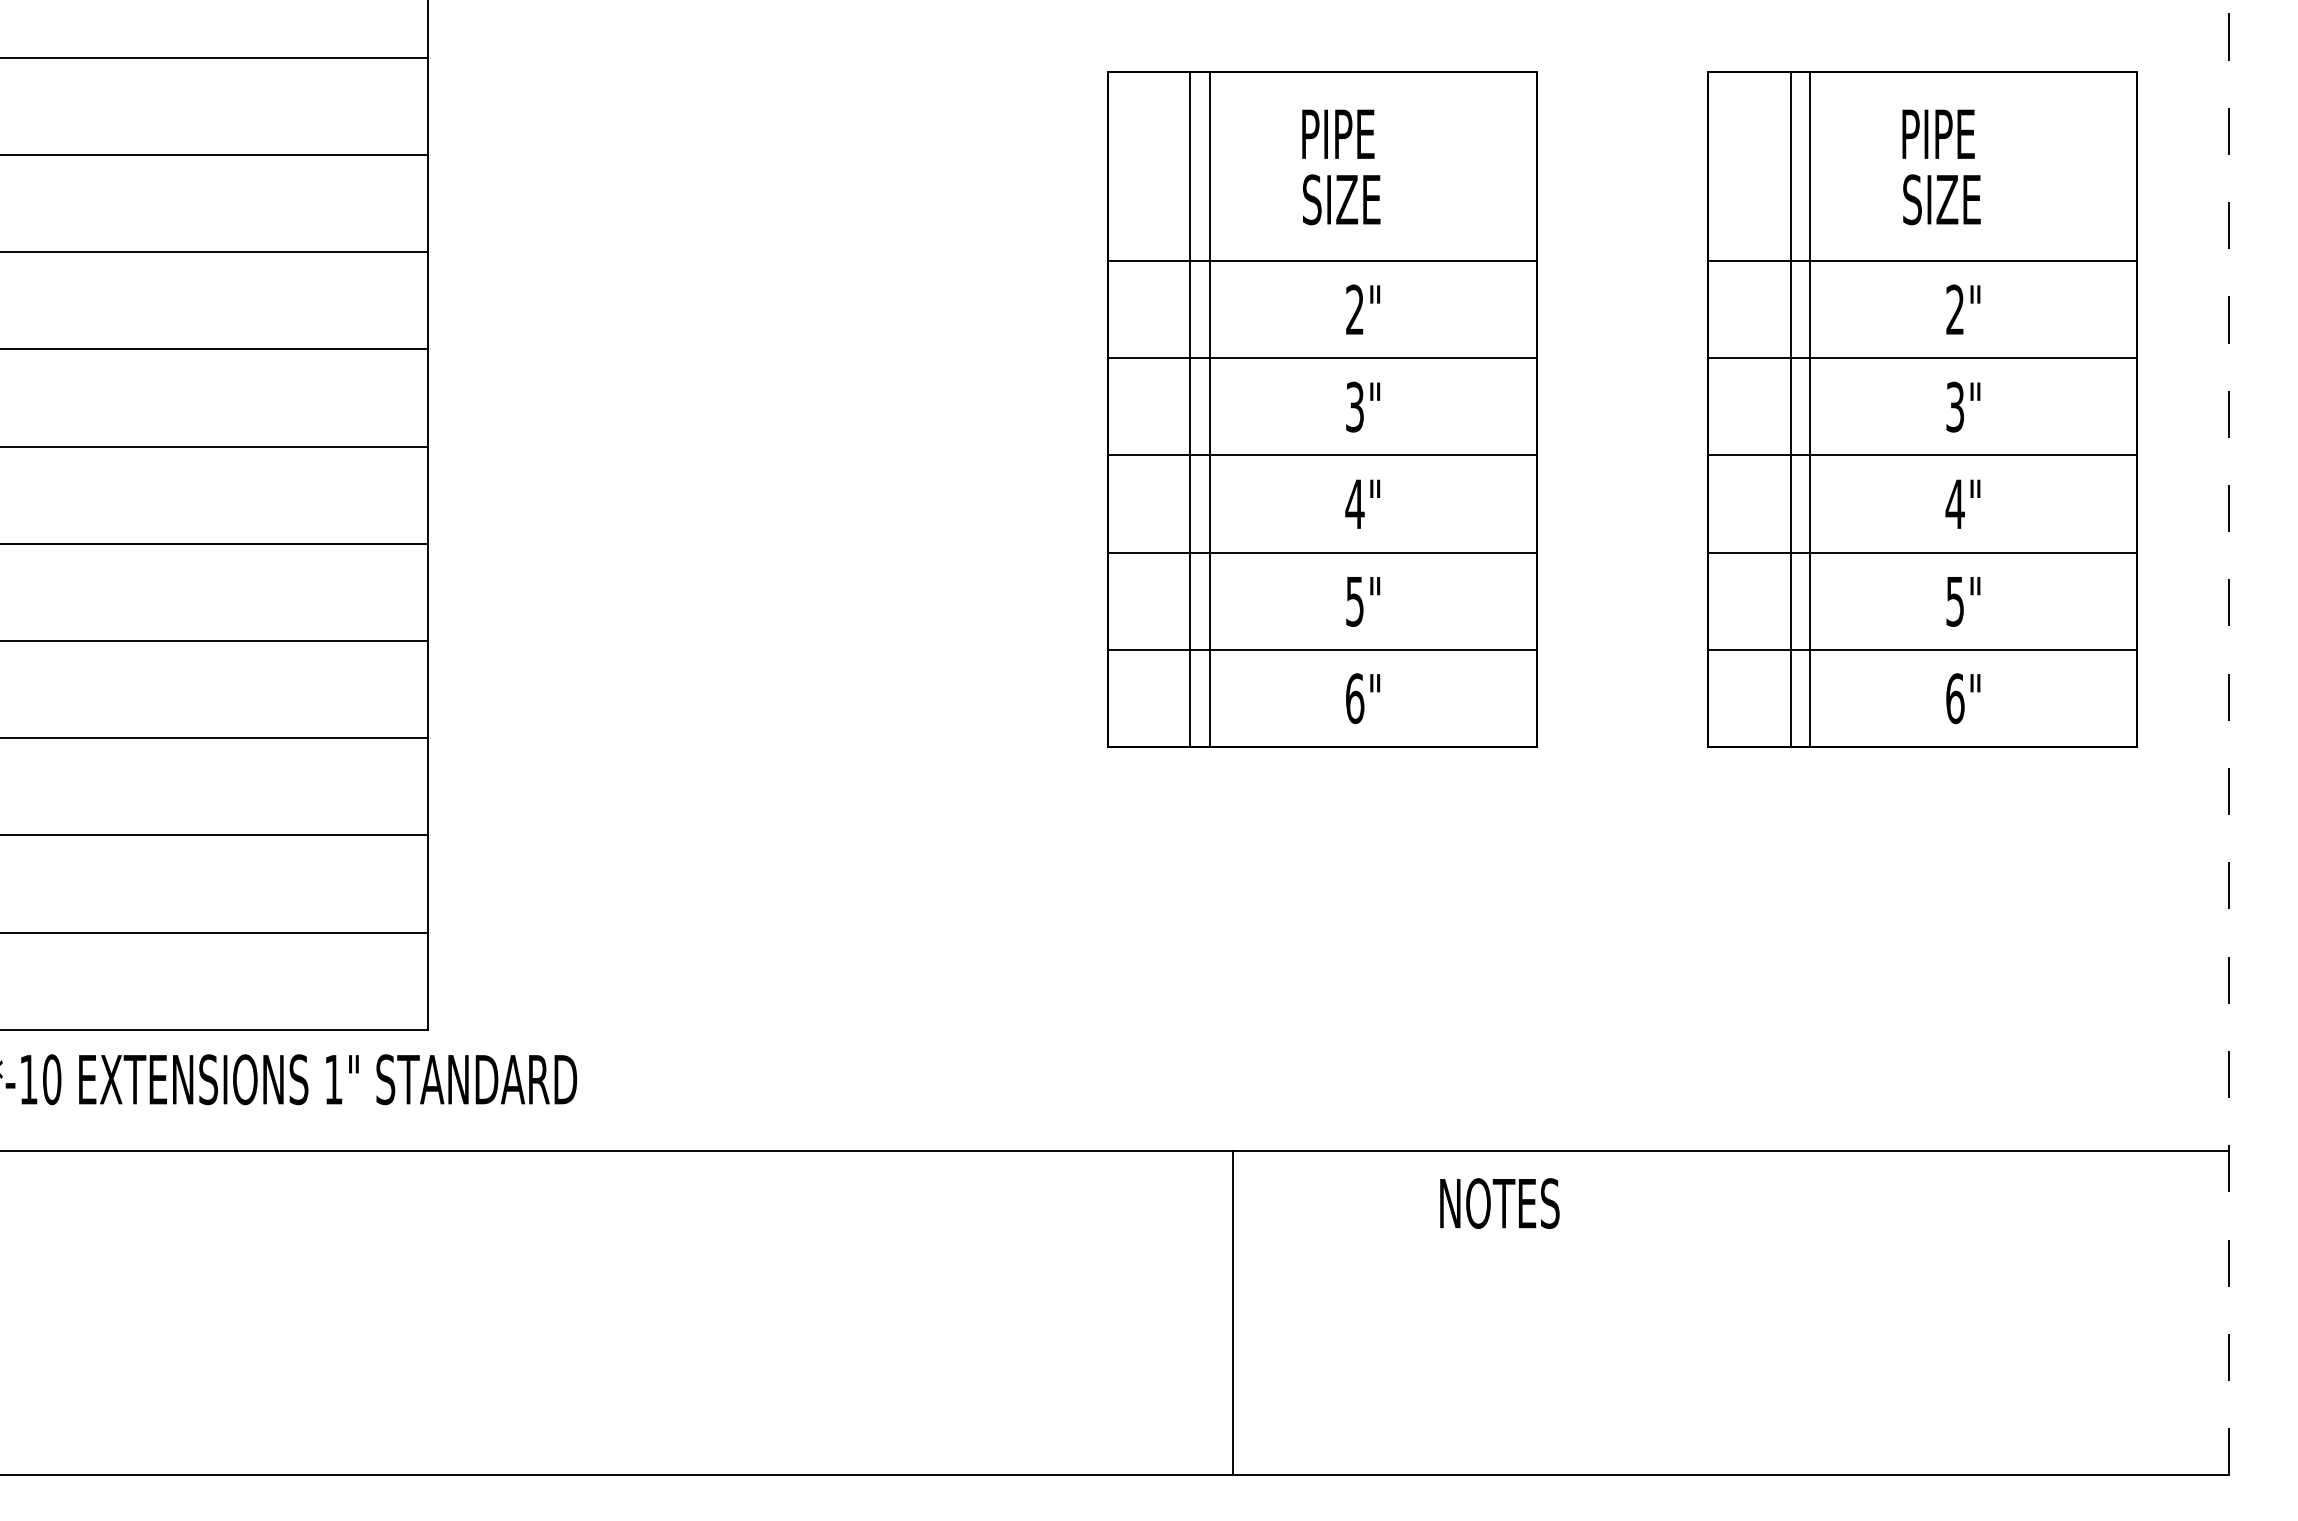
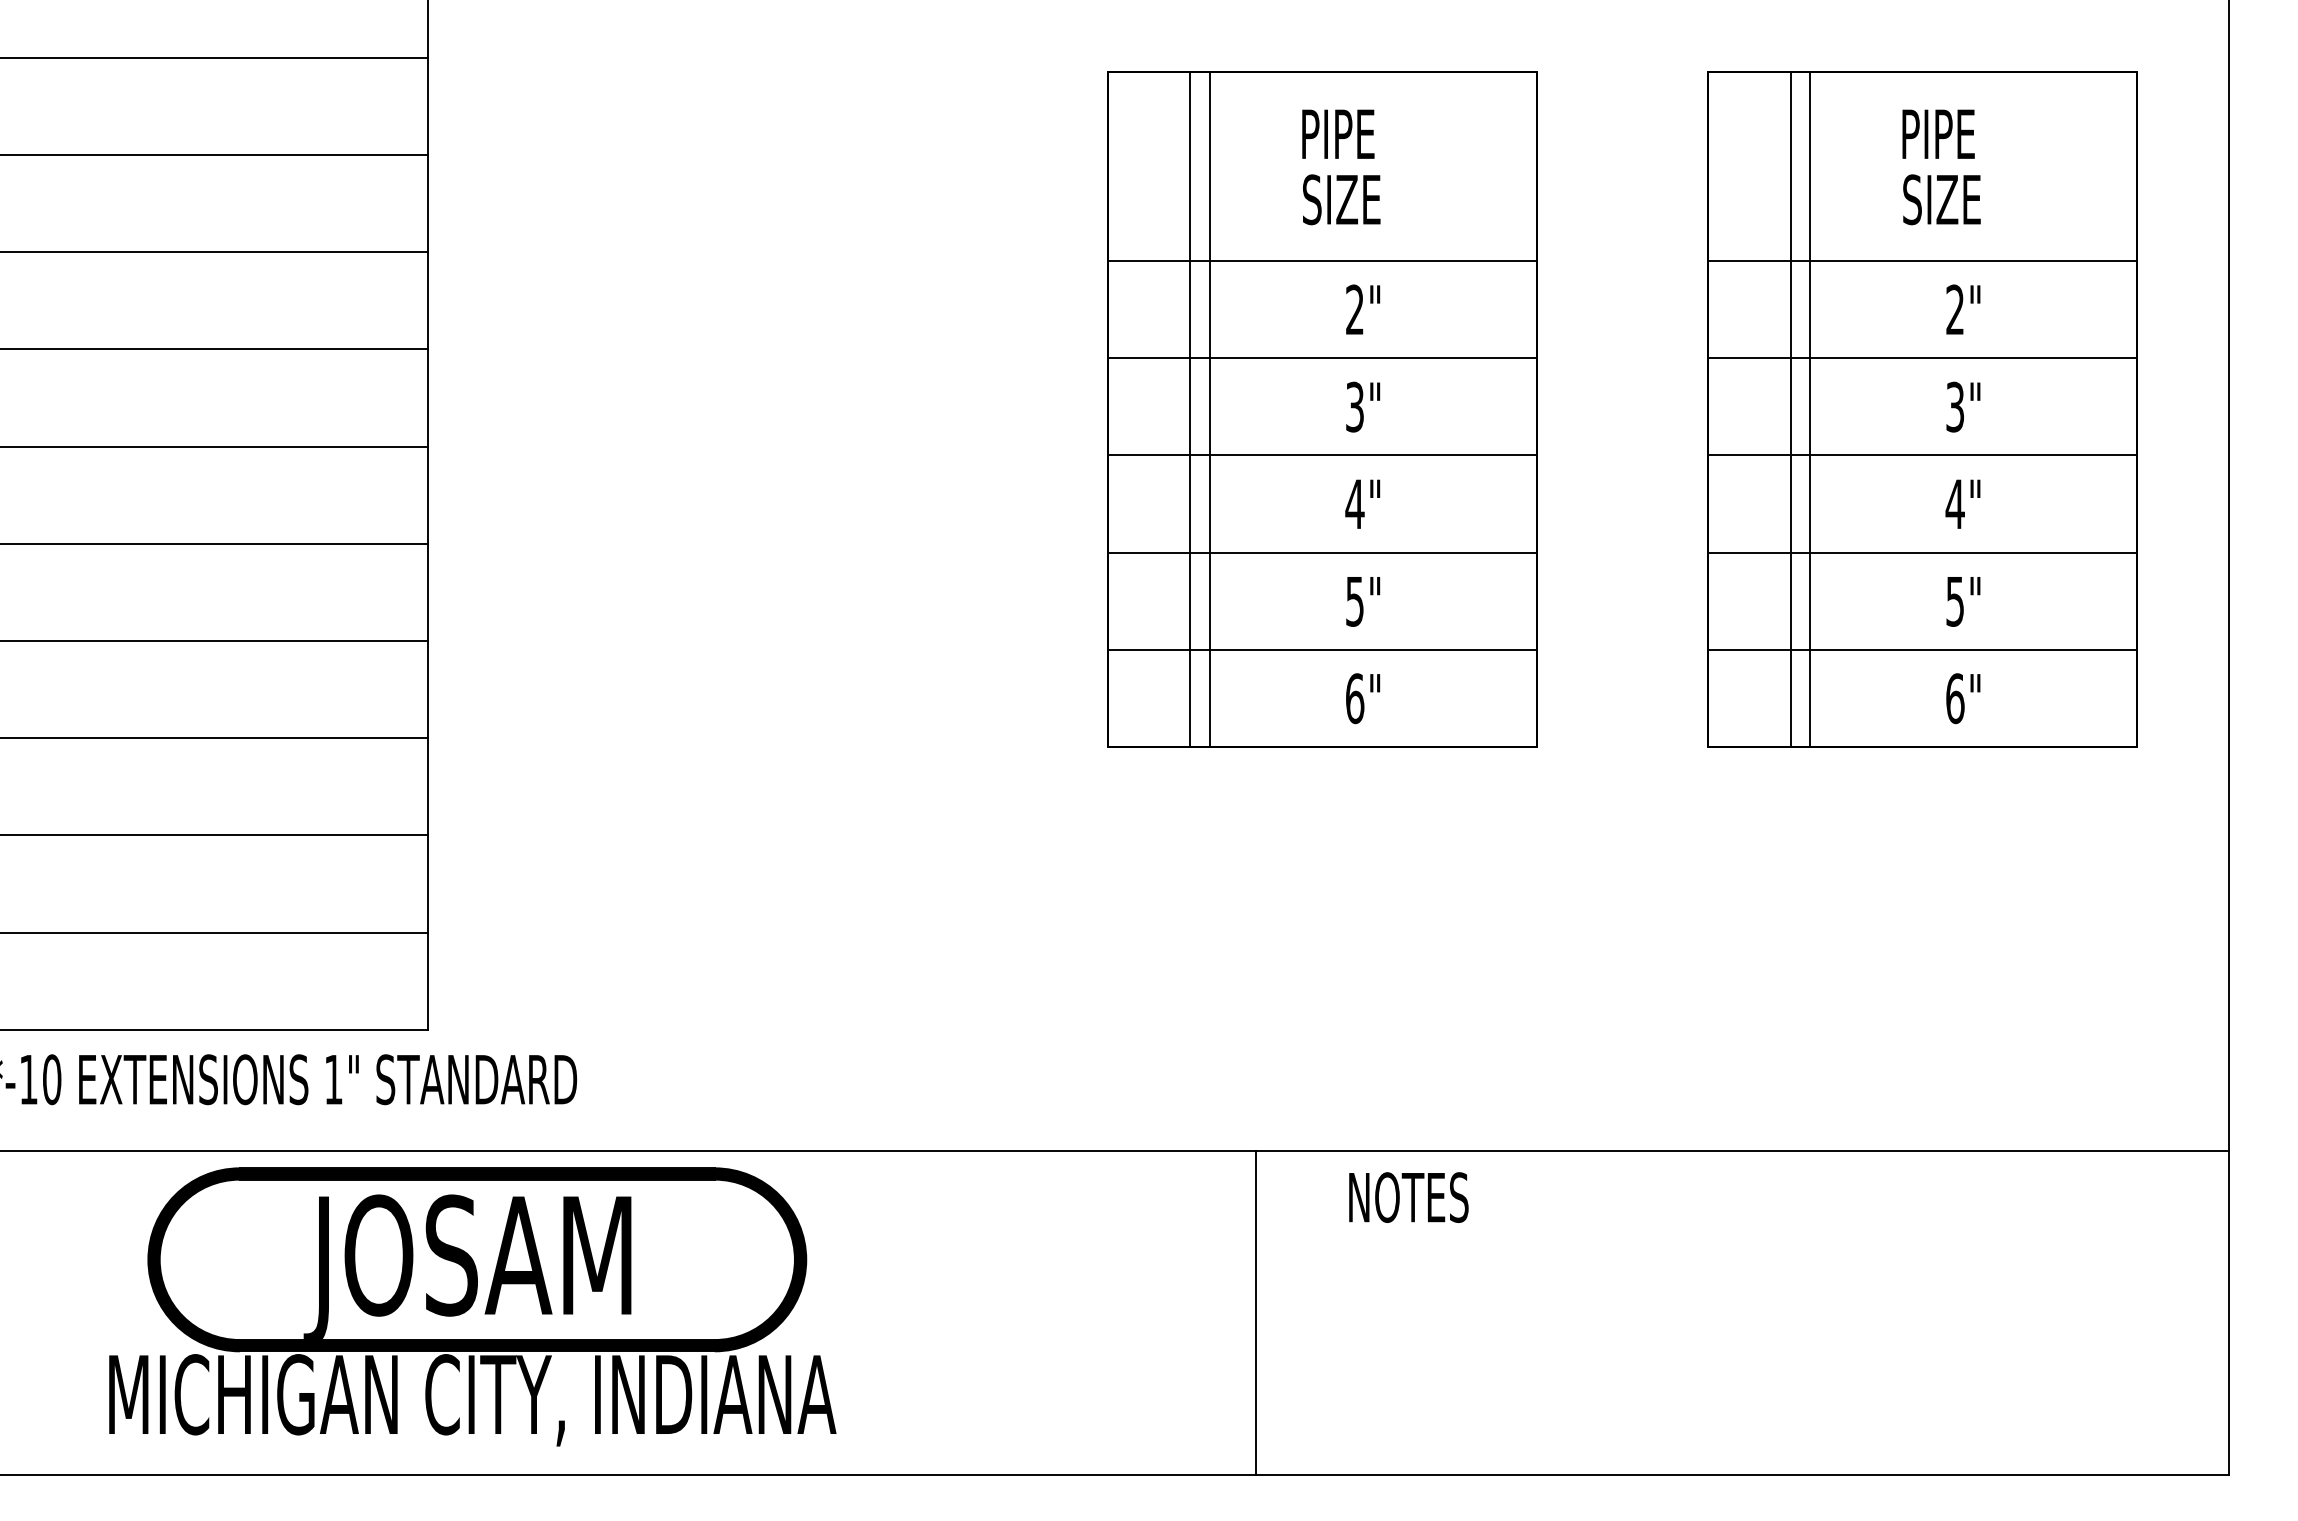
line at (2229, 737): dashed -> solid
text at (1499, 1203) position: (1499, 1203) -> (1408, 1197)
part at (472, 1306): none -> present
line at (1233, 1313) position: (1233, 1313) -> (1256, 1313)
